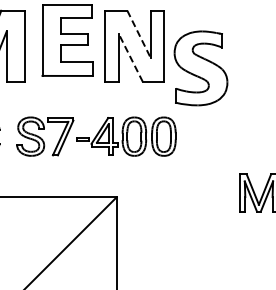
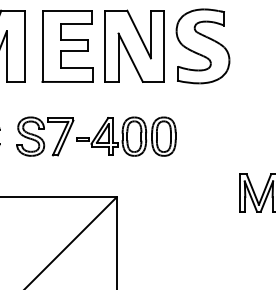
line at (139, 34): dashed -> solid
part at (67, 40) position: (67, 40) -> (67, 46)
line at (130, 57): dashed -> solid
part at (200, 68) position: (200, 68) -> (202, 46)
